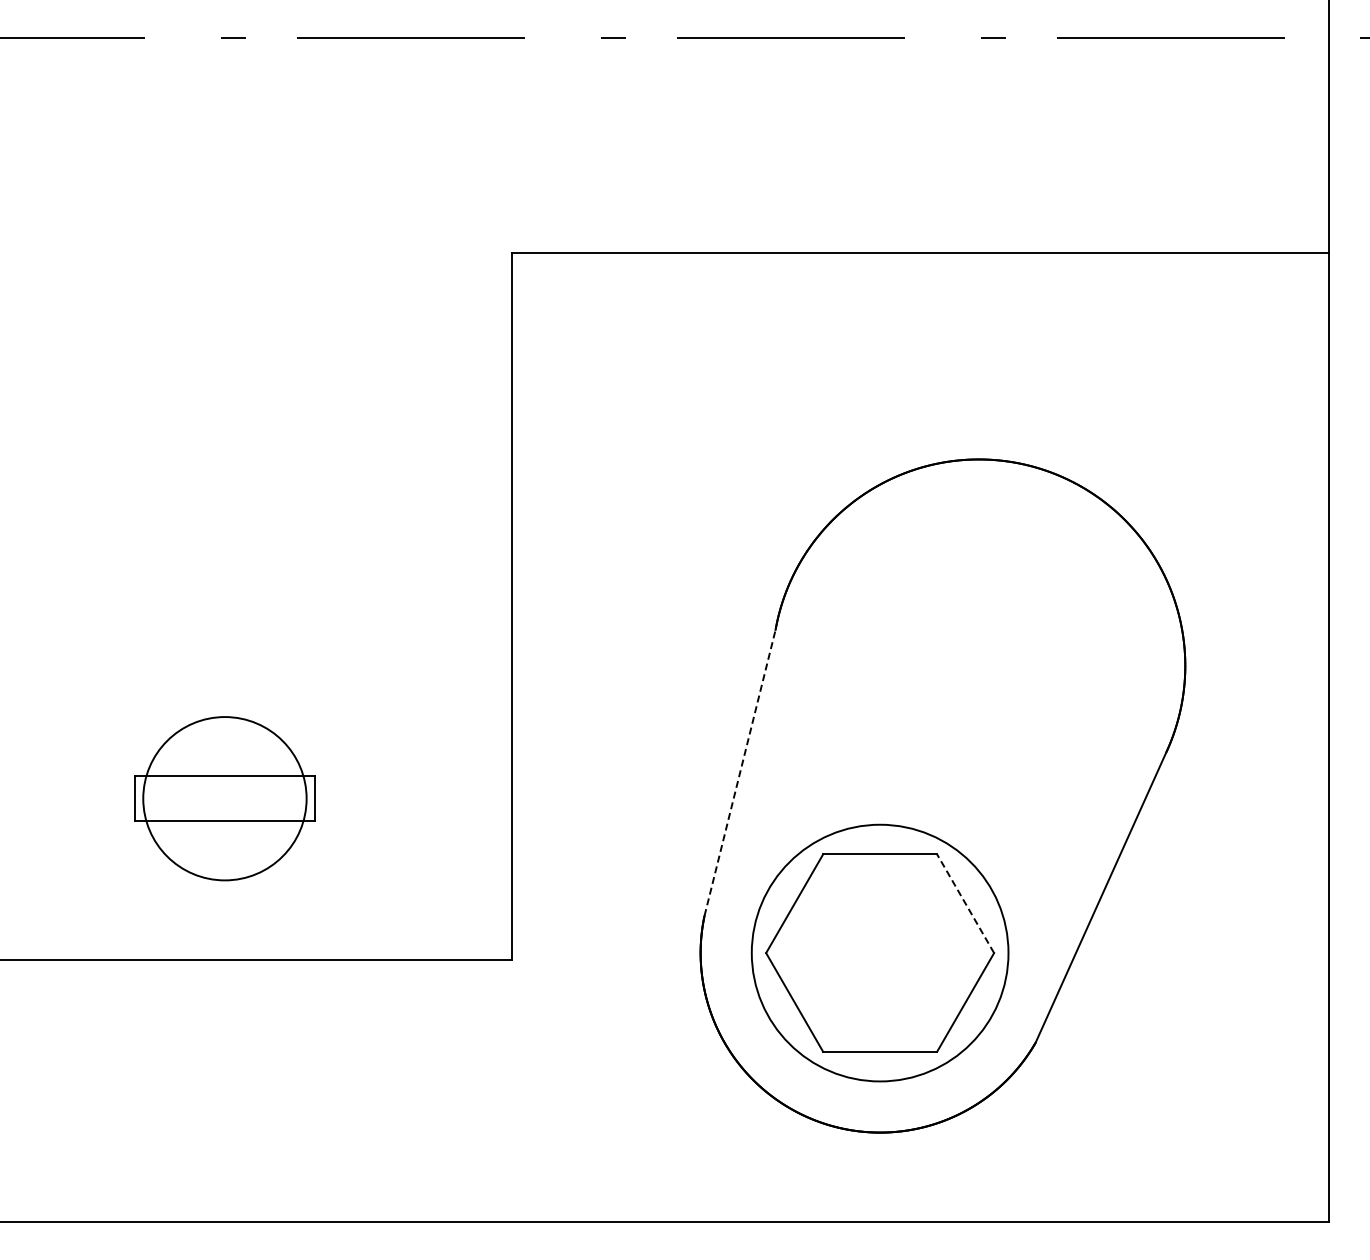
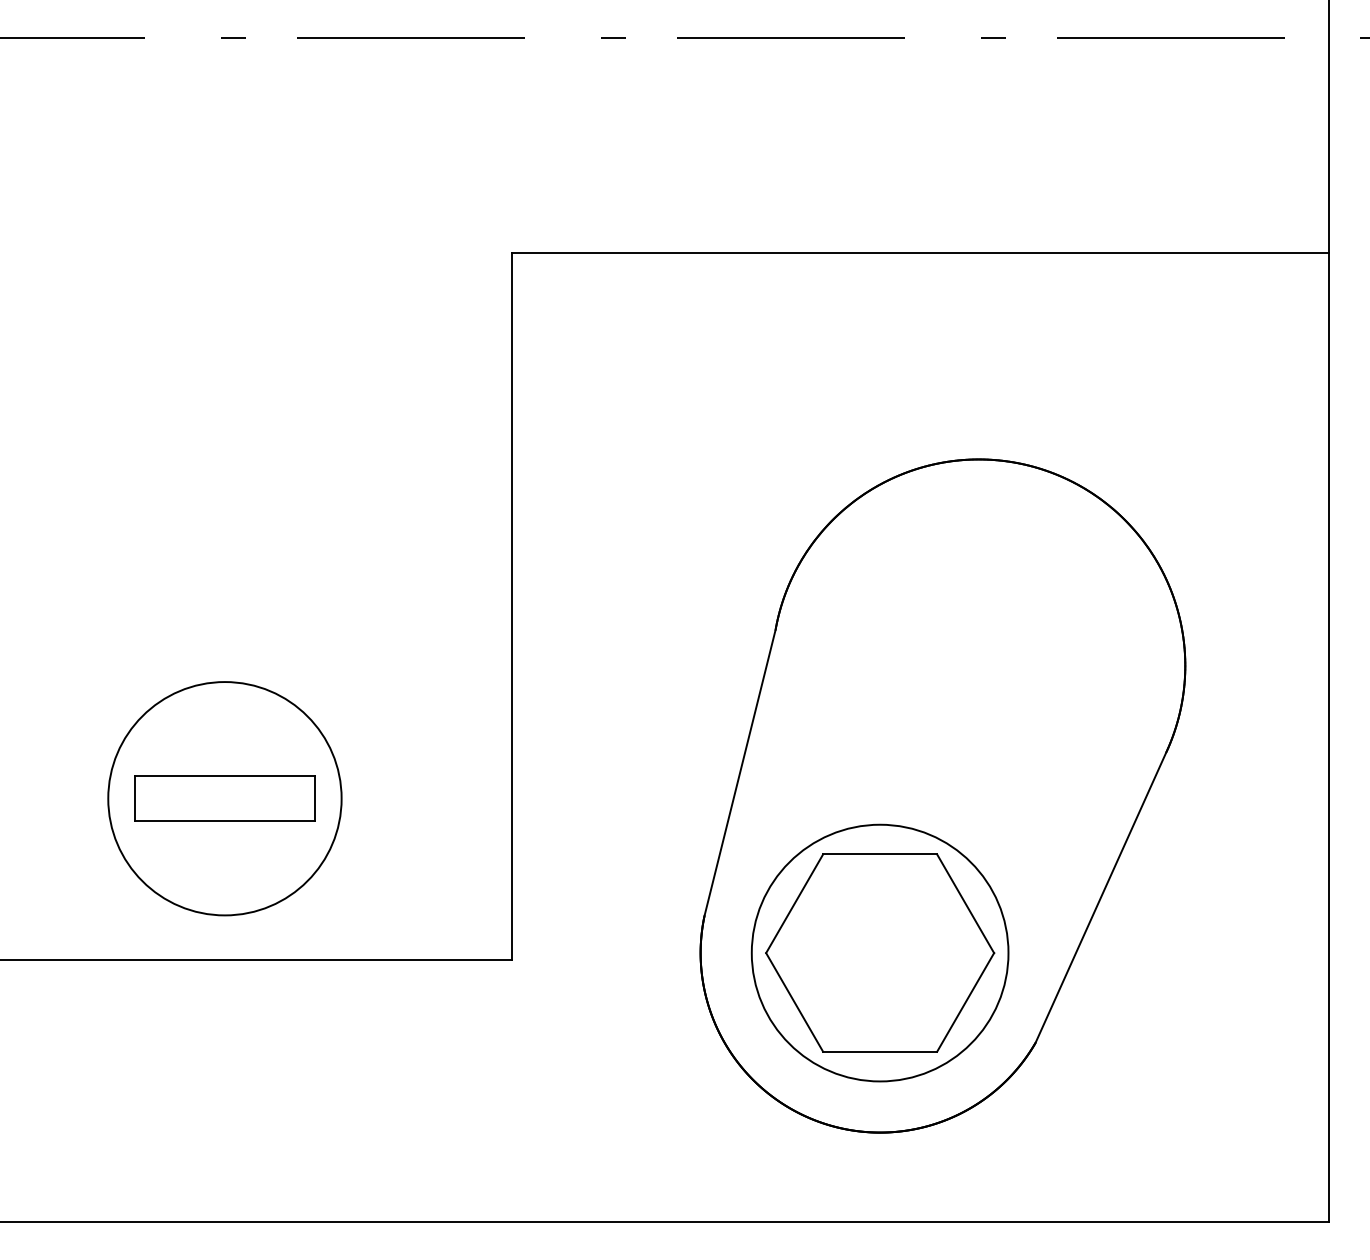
line at (740, 772): dashed -> solid
circle at (224, 798) diameter: 163 px -> 233 px
line at (965, 903): dashed -> solid
